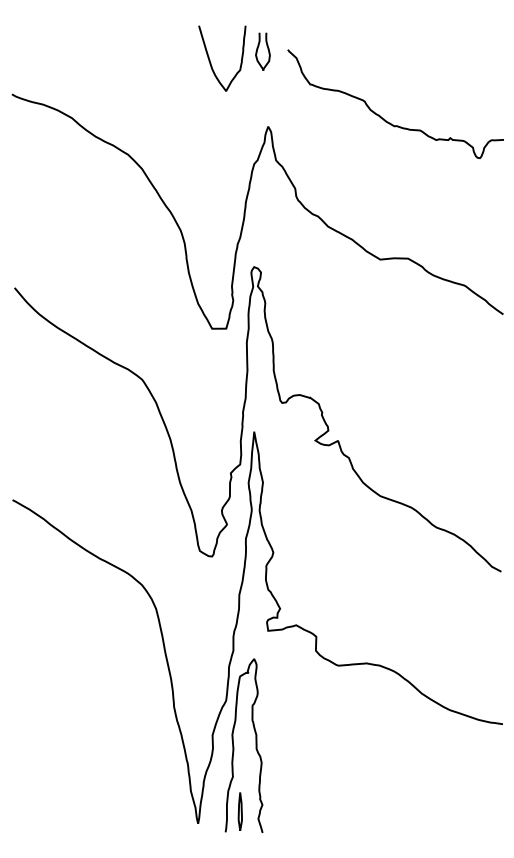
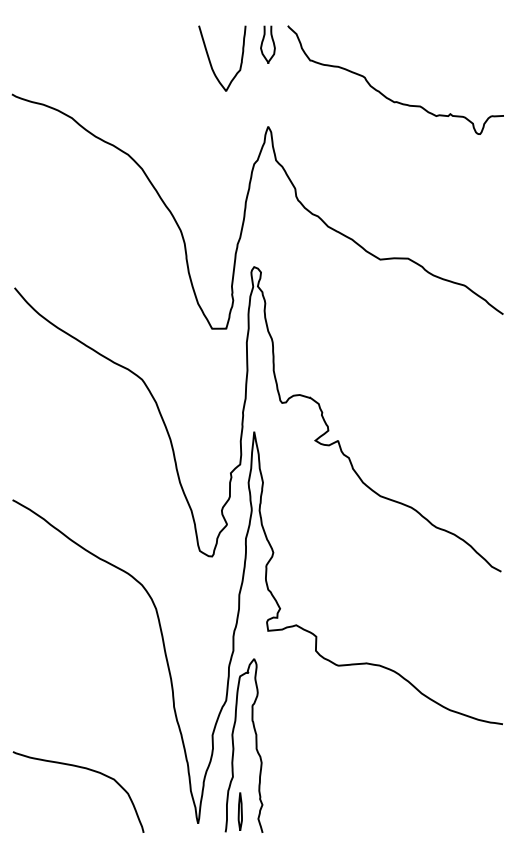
part at (262, 51) position: (262, 51) -> (267, 44)
curve at (384, 118) position: (384, 118) -> (384, 94)
curve at (85, 769): none -> present
